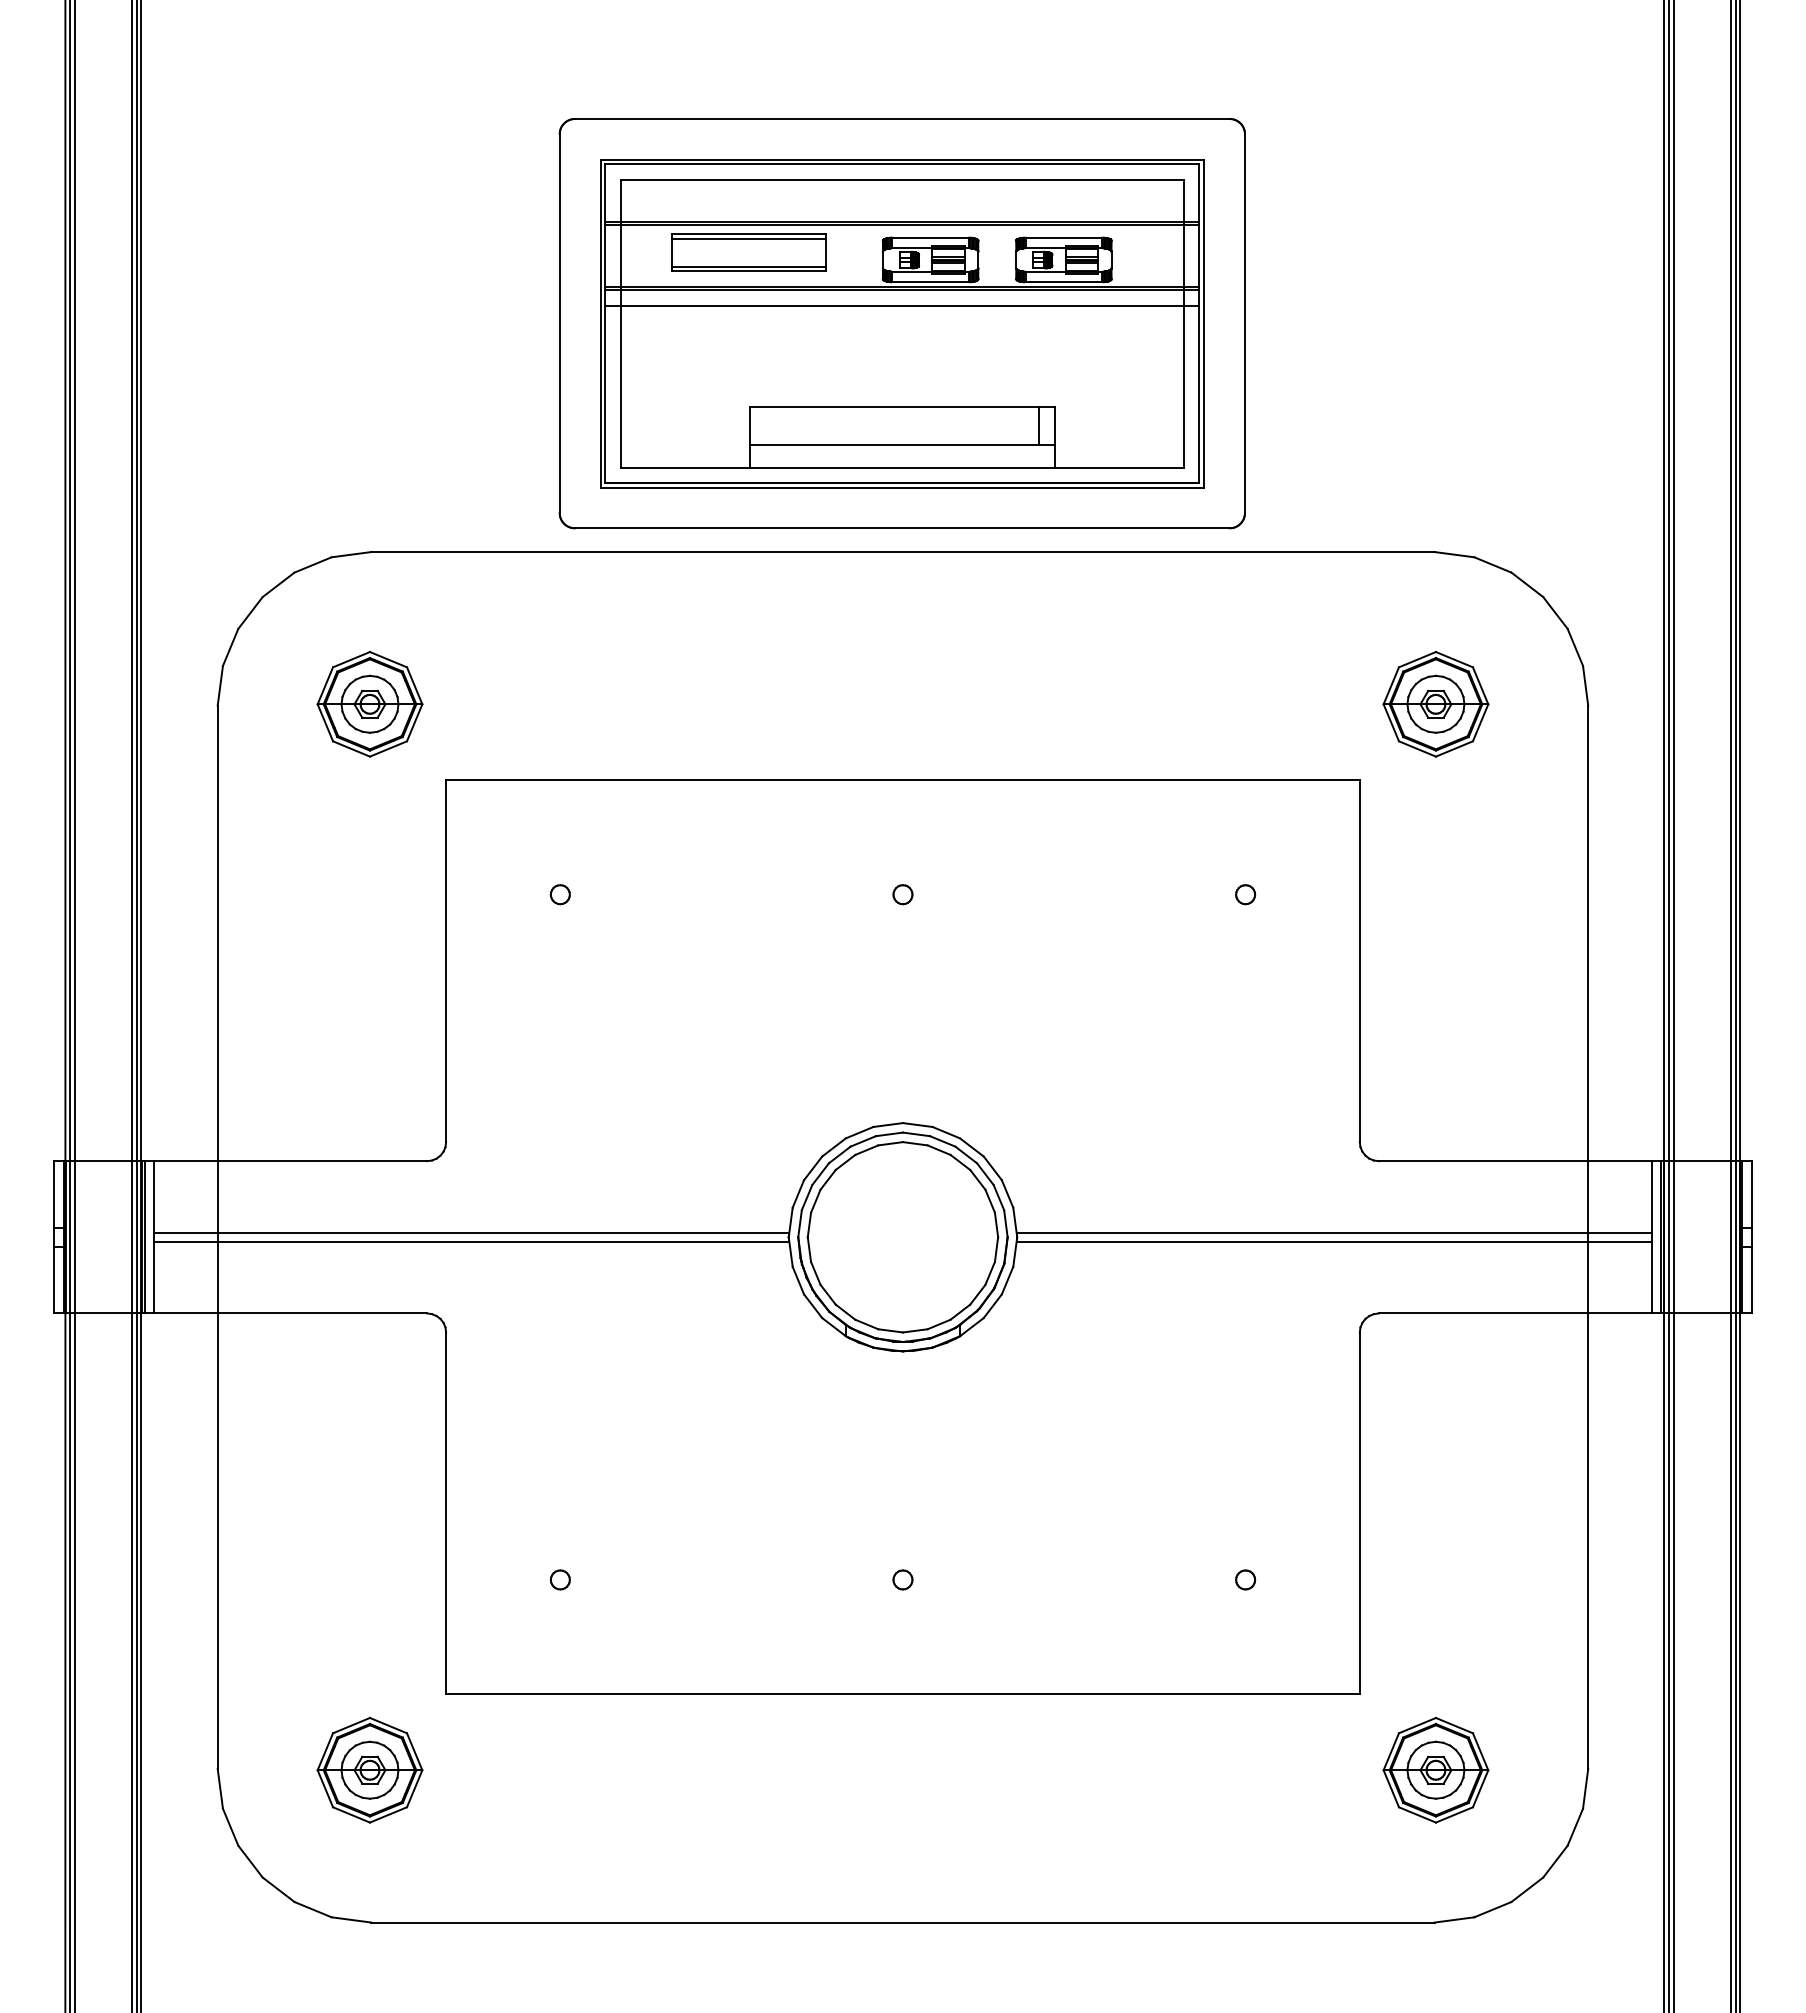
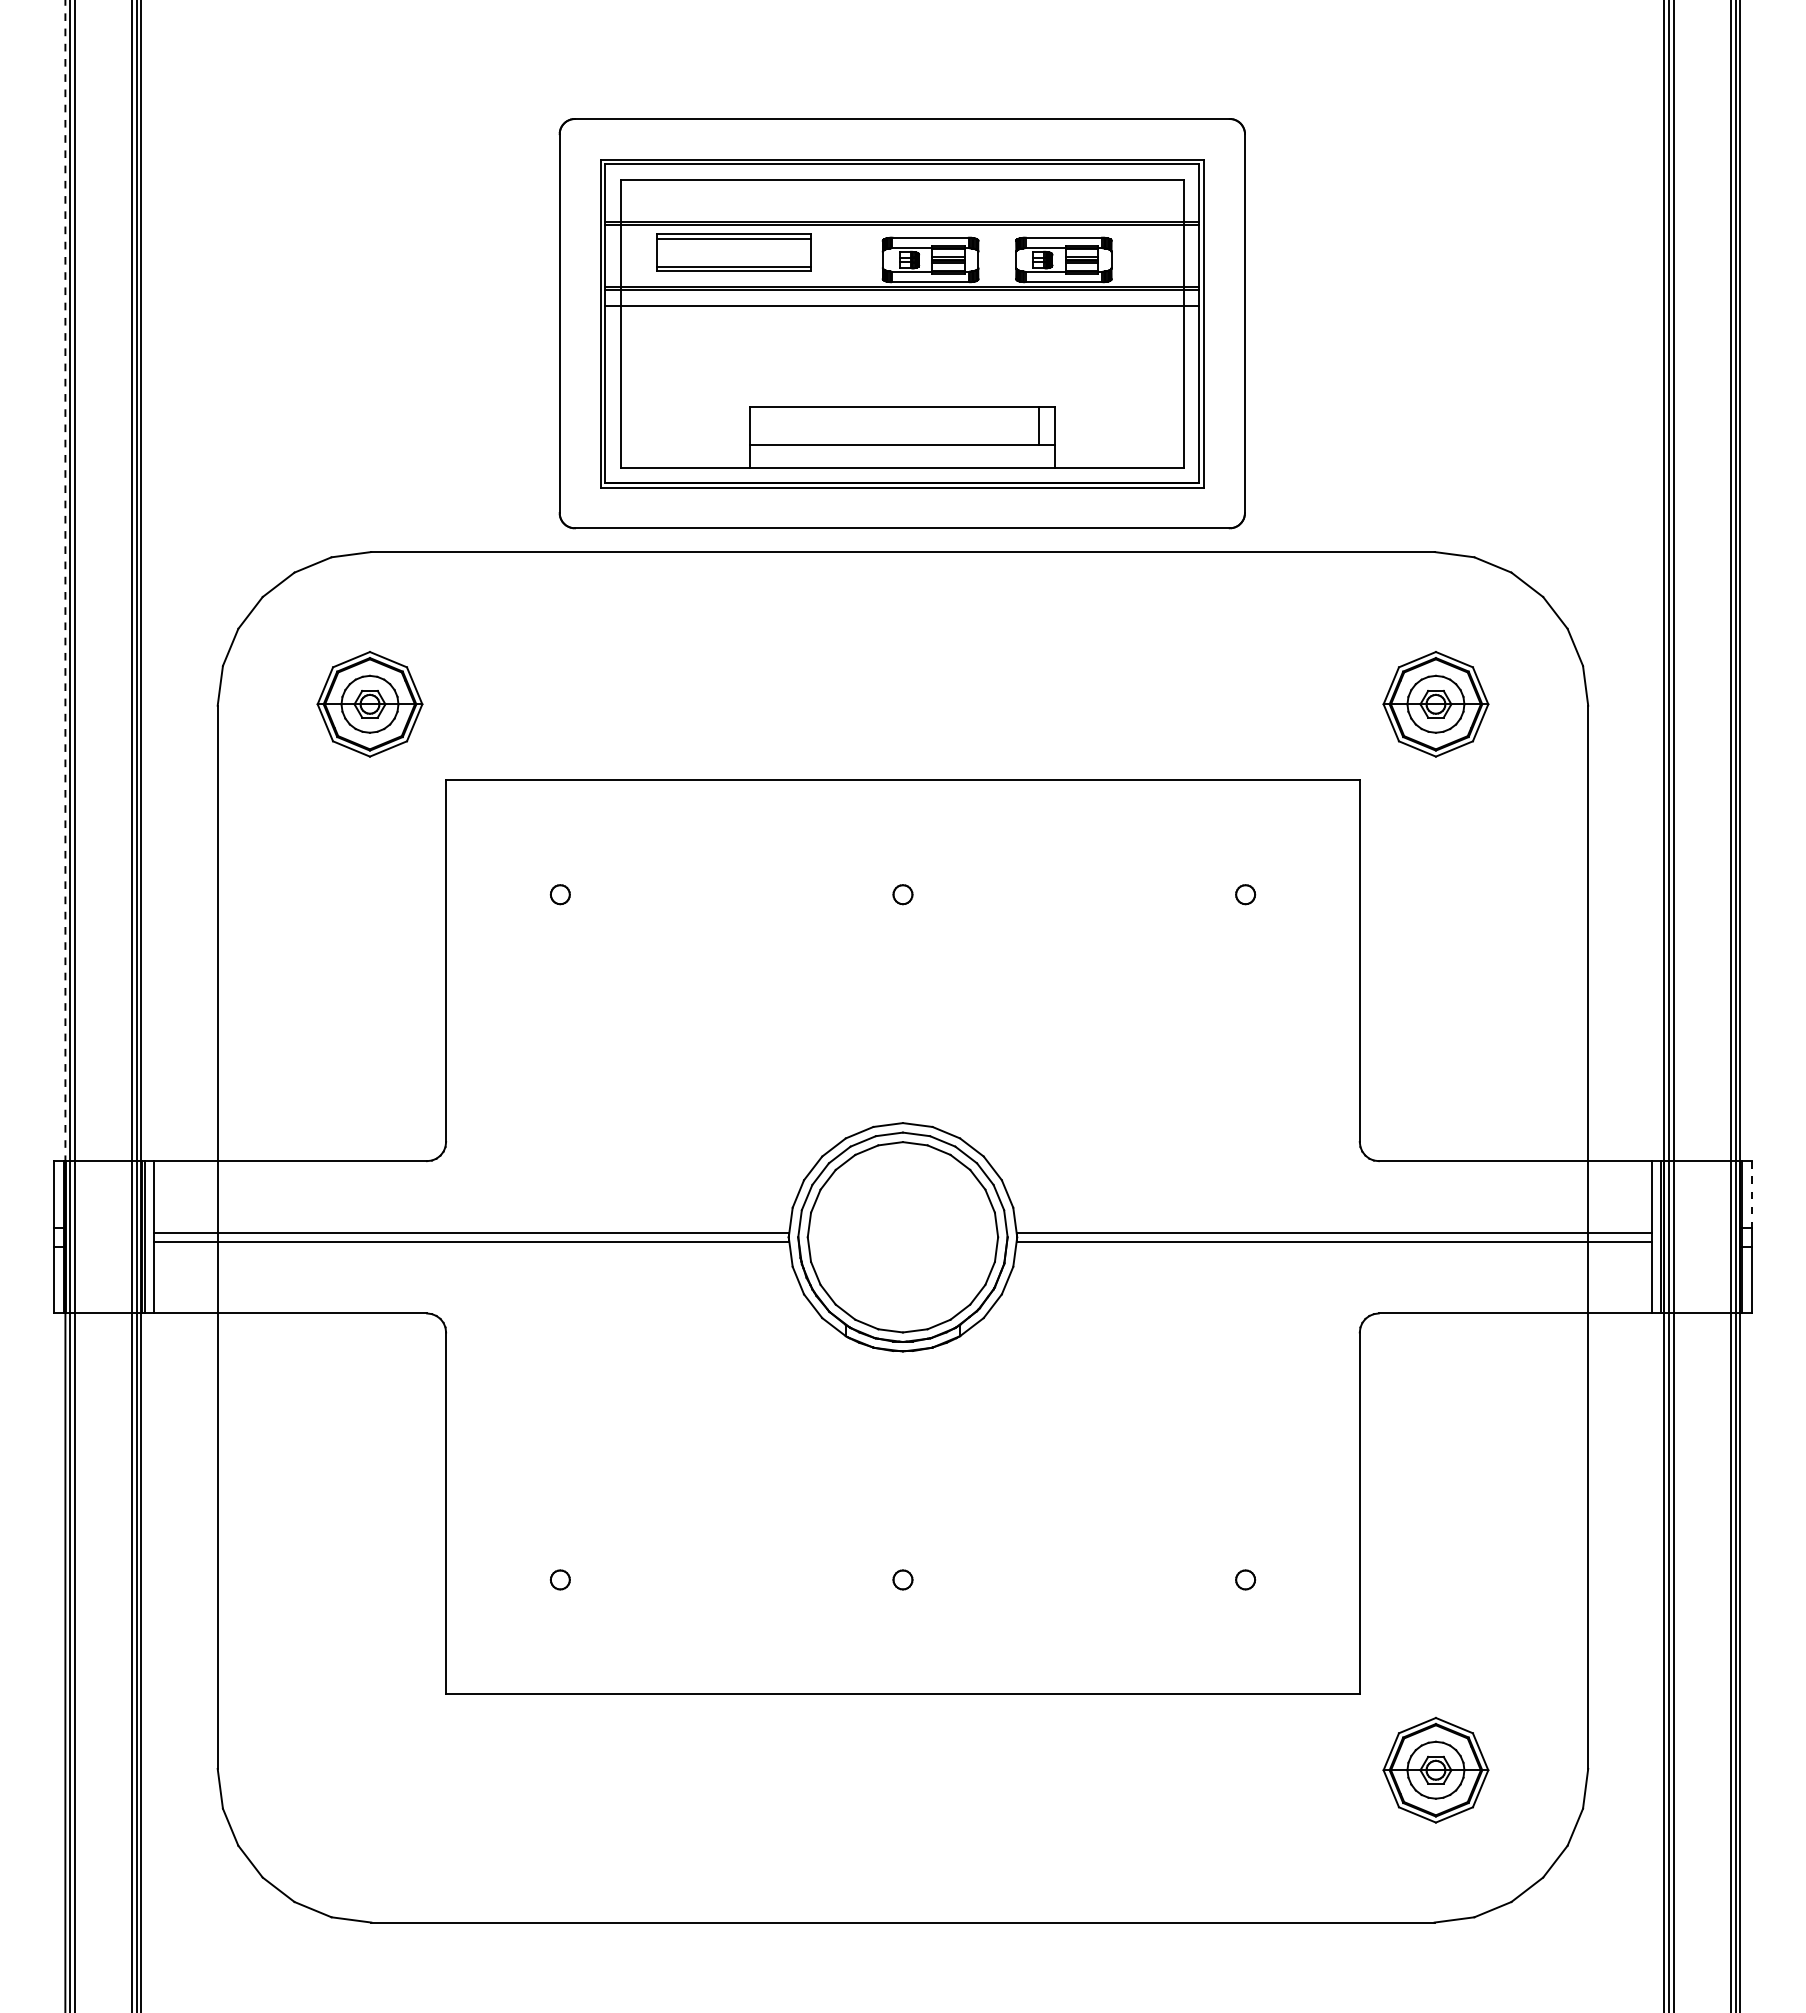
part at (748, 252) position: (748, 252) -> (733, 252)
line at (65, 581): solid -> dashed
line at (1751, 1195): solid -> dashed
part at (369, 1770): present -> none
